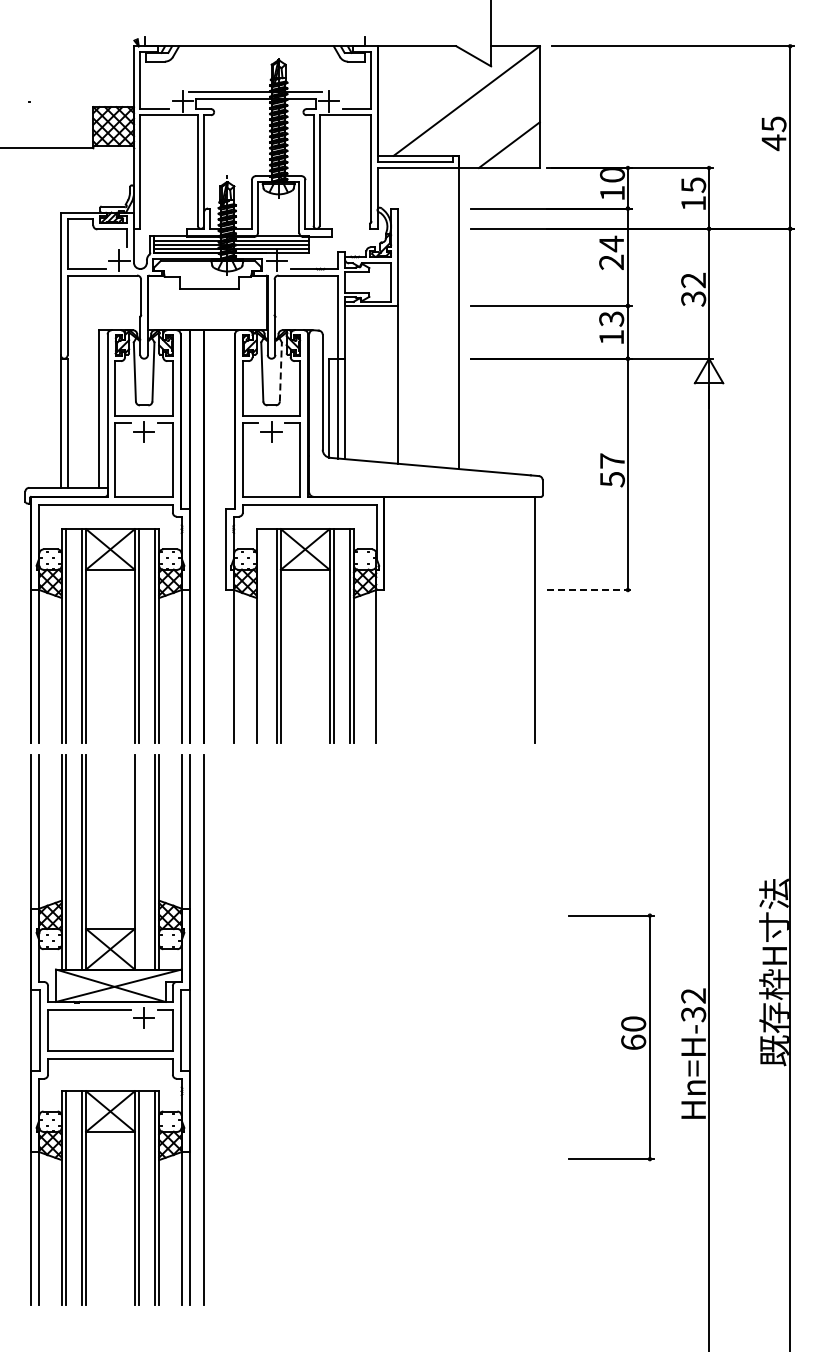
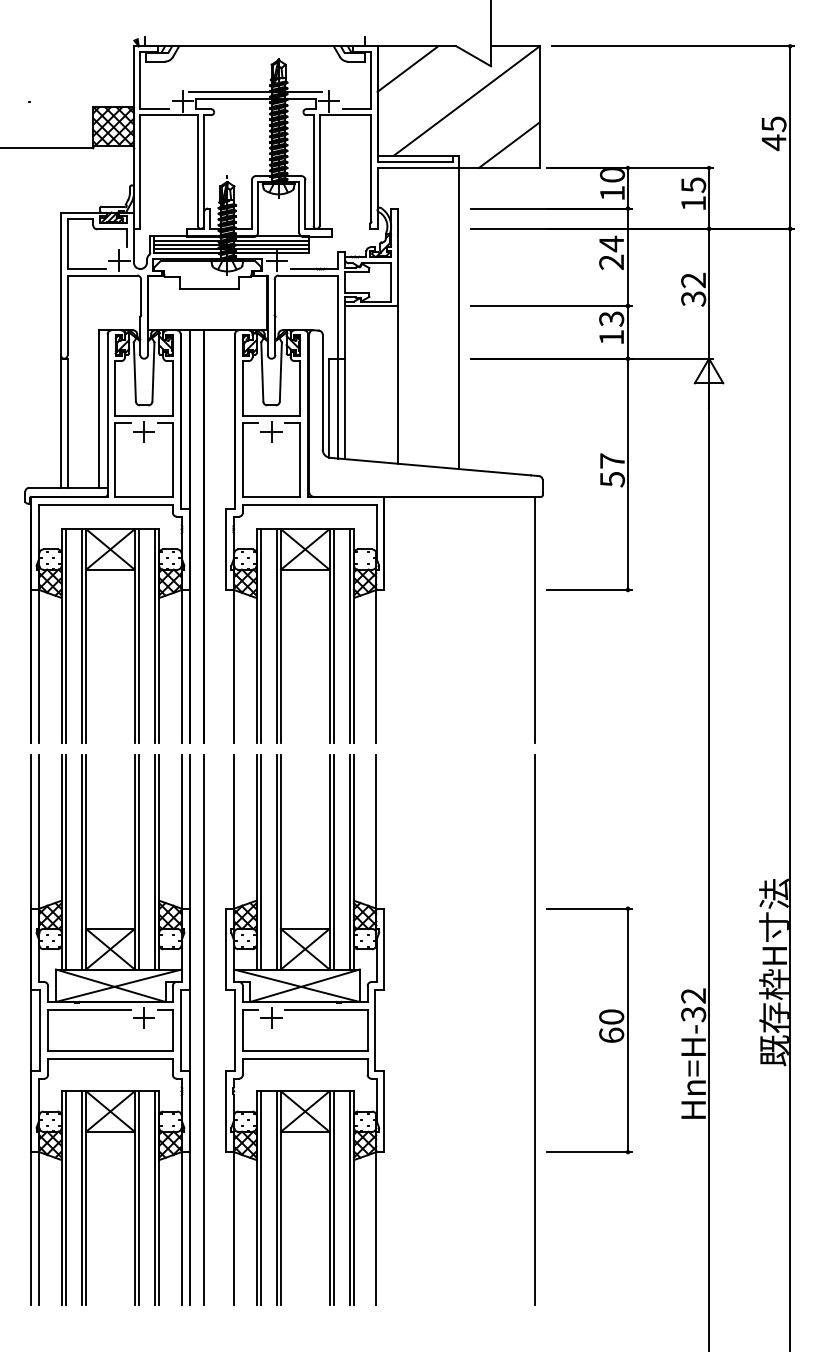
line at (407, 68): none -> present
line at (280, 371): dashed -> solid
line at (589, 590): dashed -> solid
line at (260, 636): none -> present
line at (138, 862): none -> present
part at (304, 1029): none -> present
line at (534, 1029): none -> present
part at (621, 1038) position: (621, 1038) -> (599, 1031)
